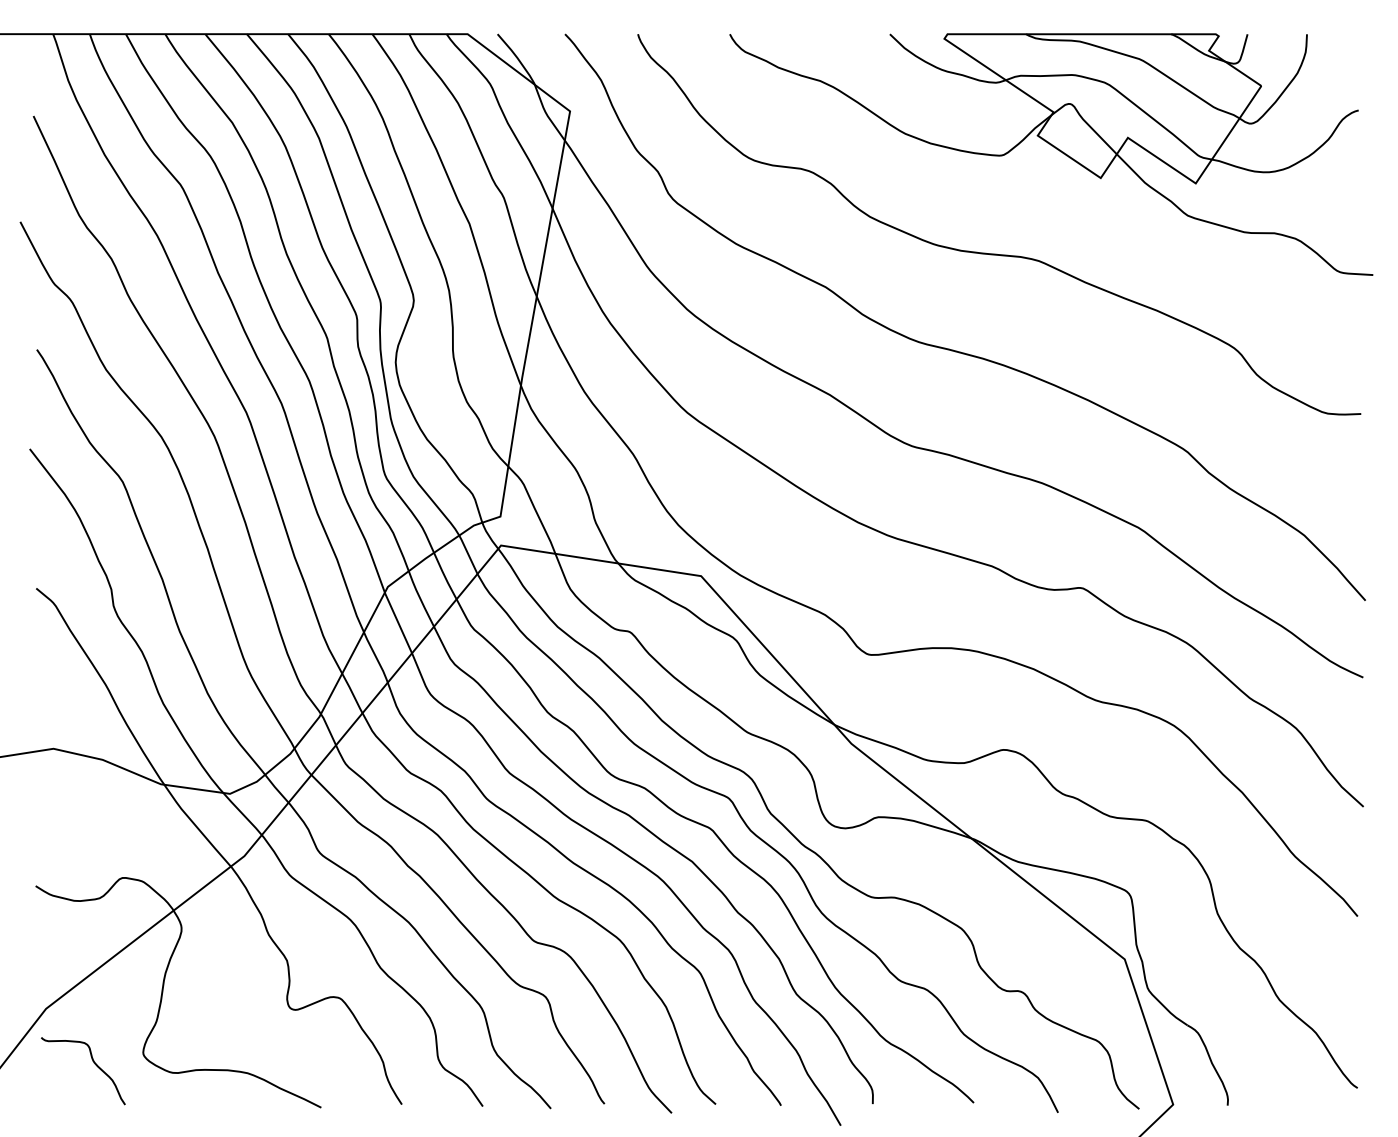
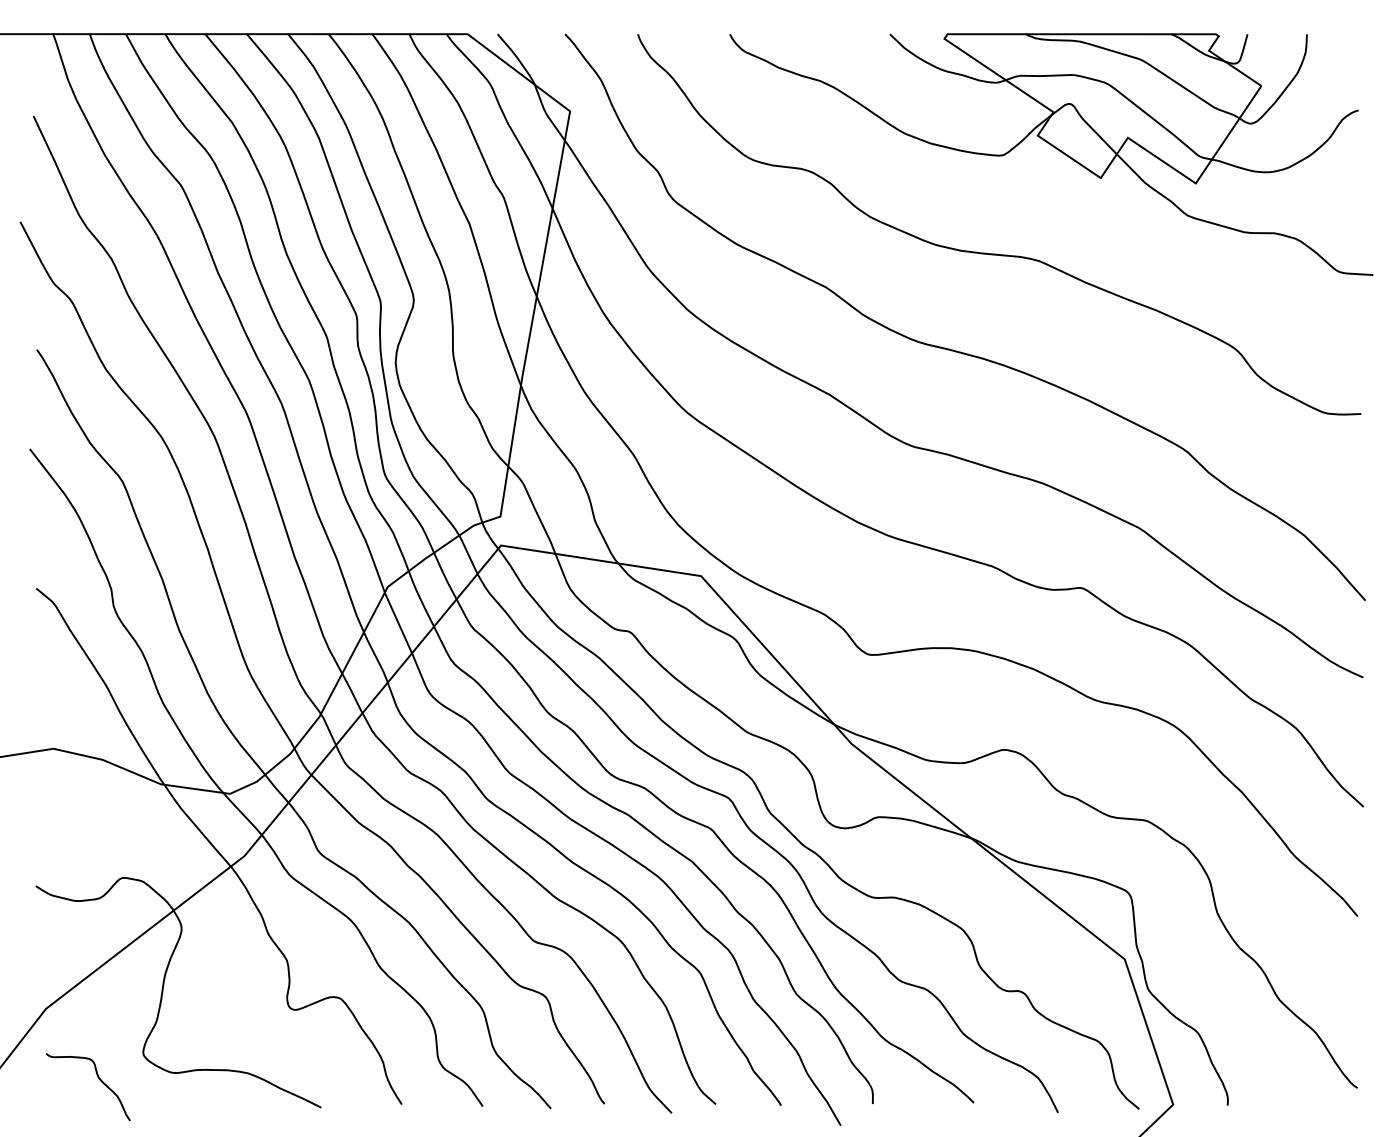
curve at (94, 1064) position: (94, 1064) -> (99, 1080)
